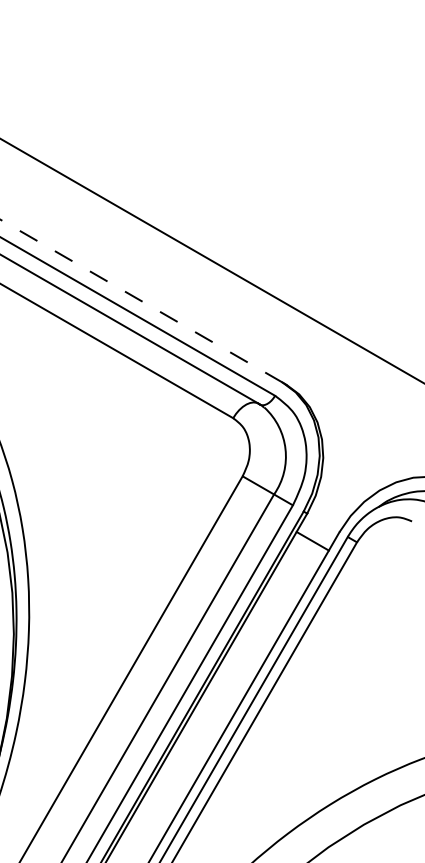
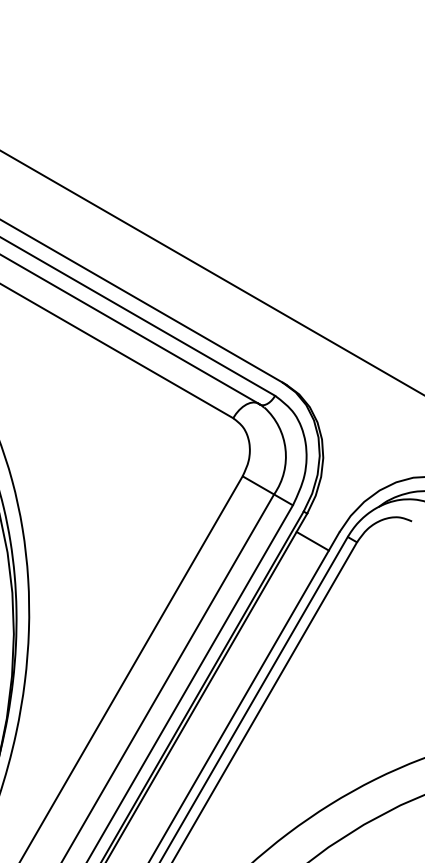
line at (211, 260) position: (211, 260) -> (211, 272)
line at (141, 301): dashed -> solid
